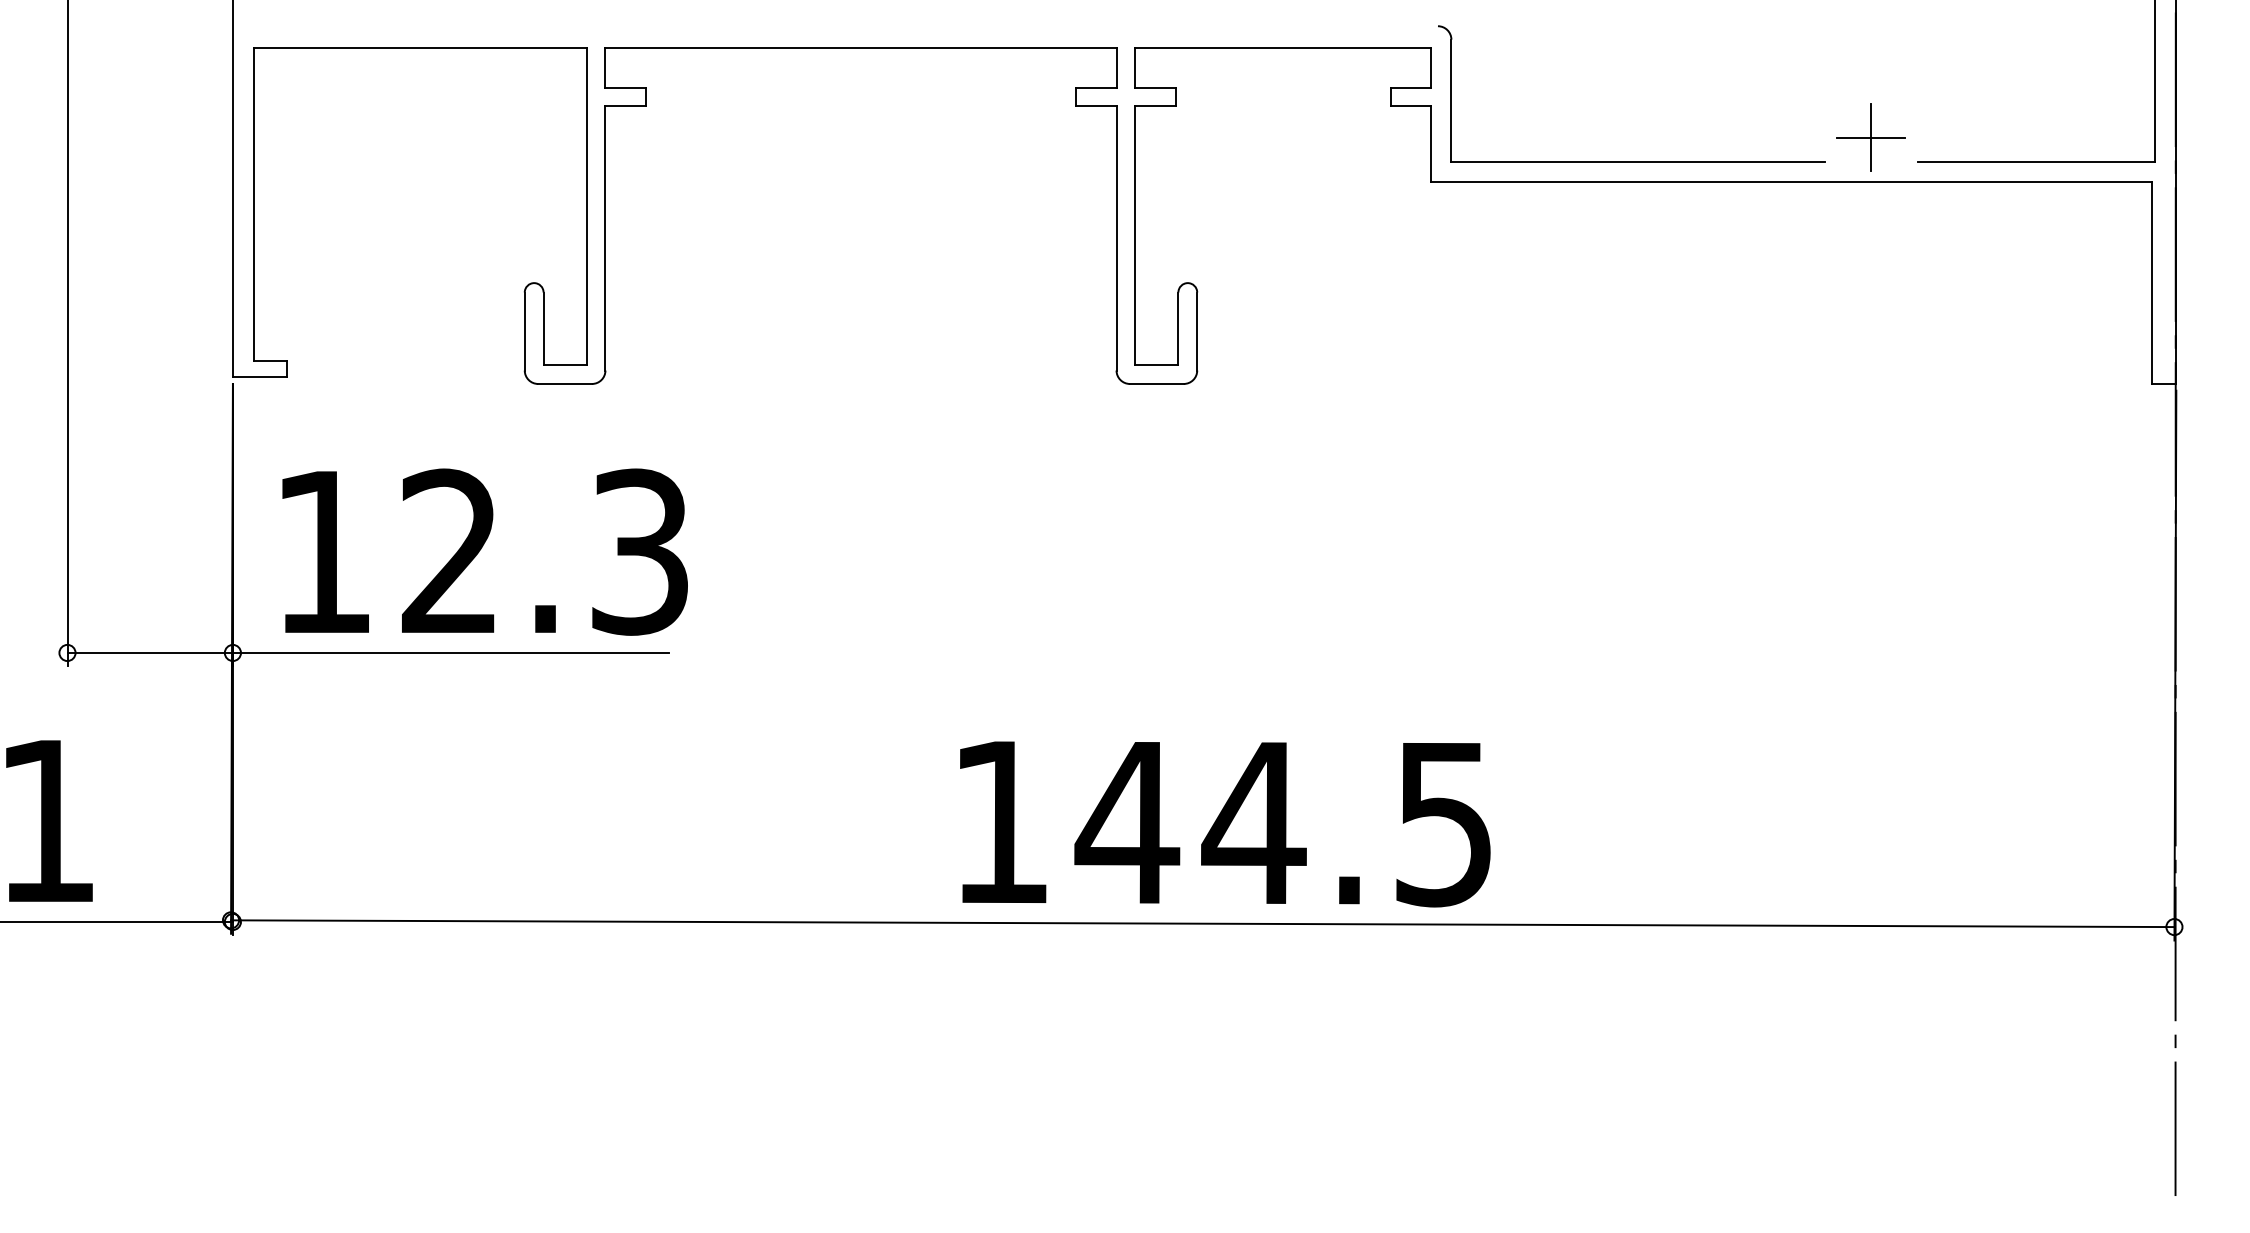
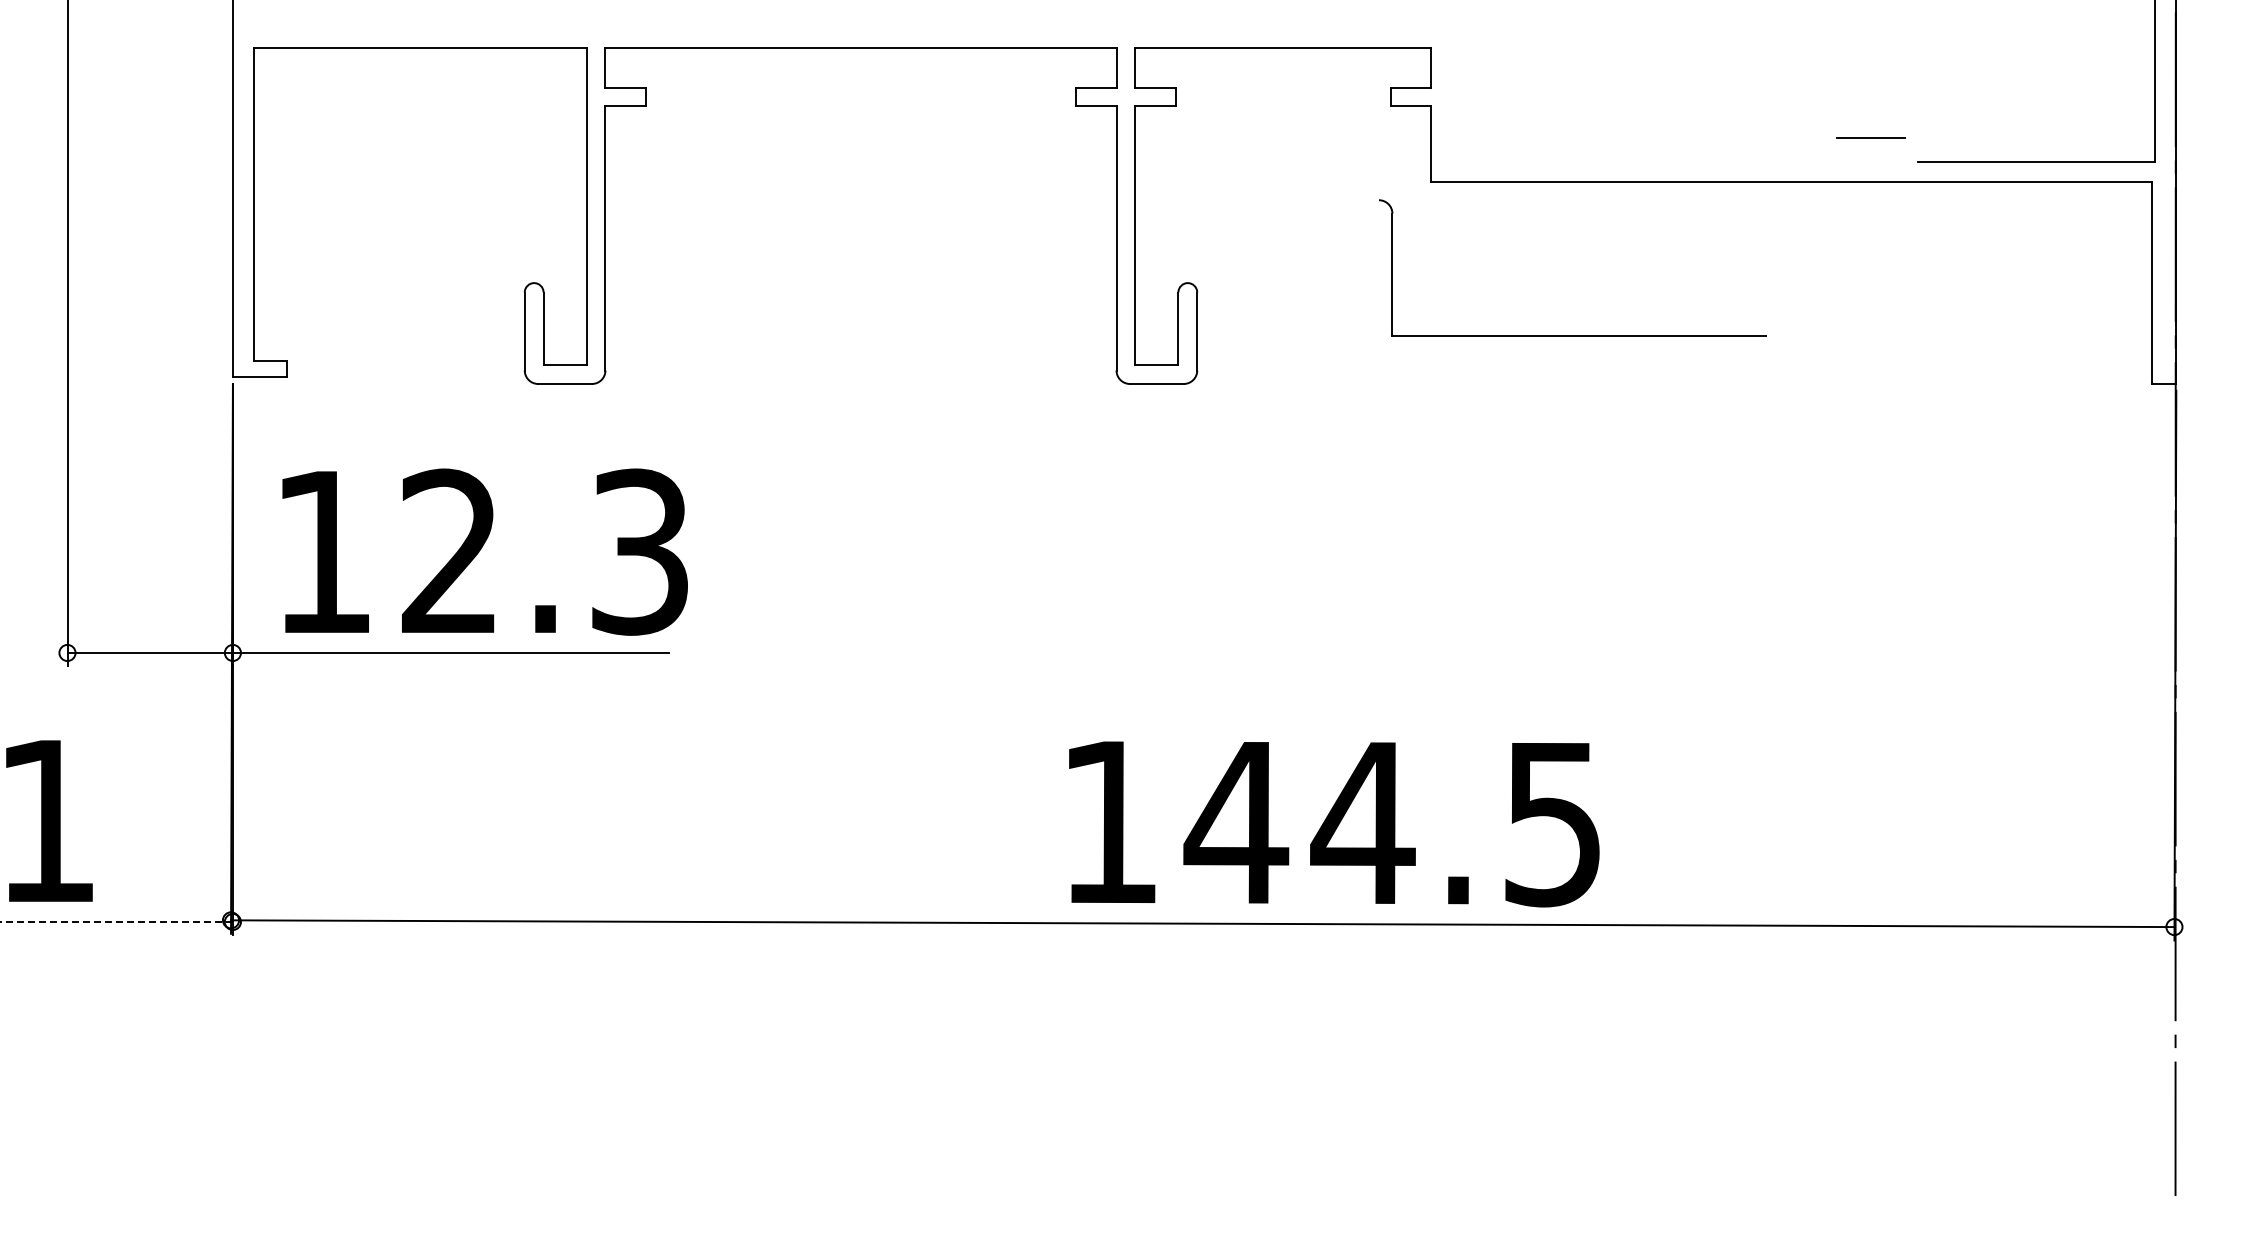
line at (1871, 137): present -> none
part at (1631, 161) position: (1631, 161) -> (1572, 335)
text at (1225, 824) position: (1225, 824) -> (1334, 824)
line at (116, 921): solid -> dashed
